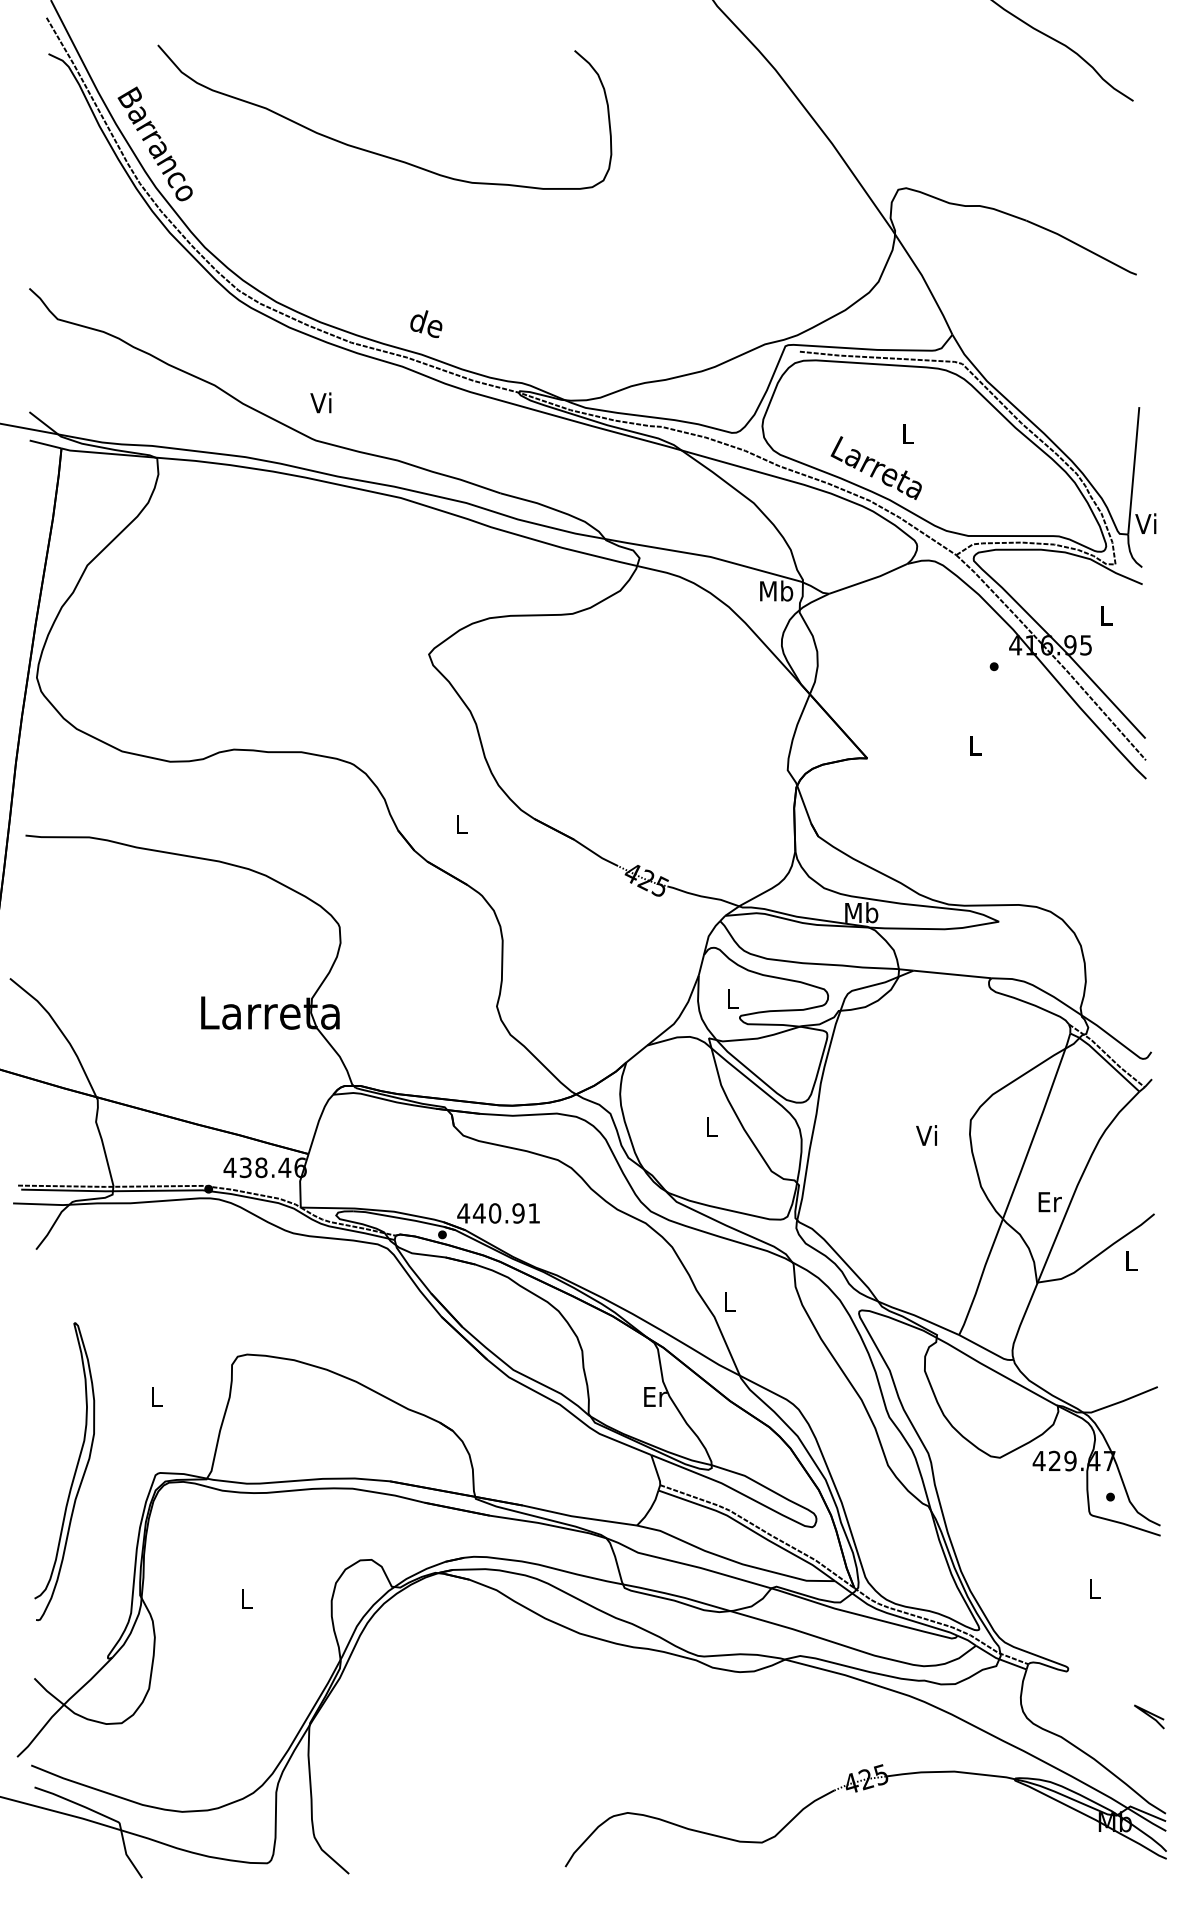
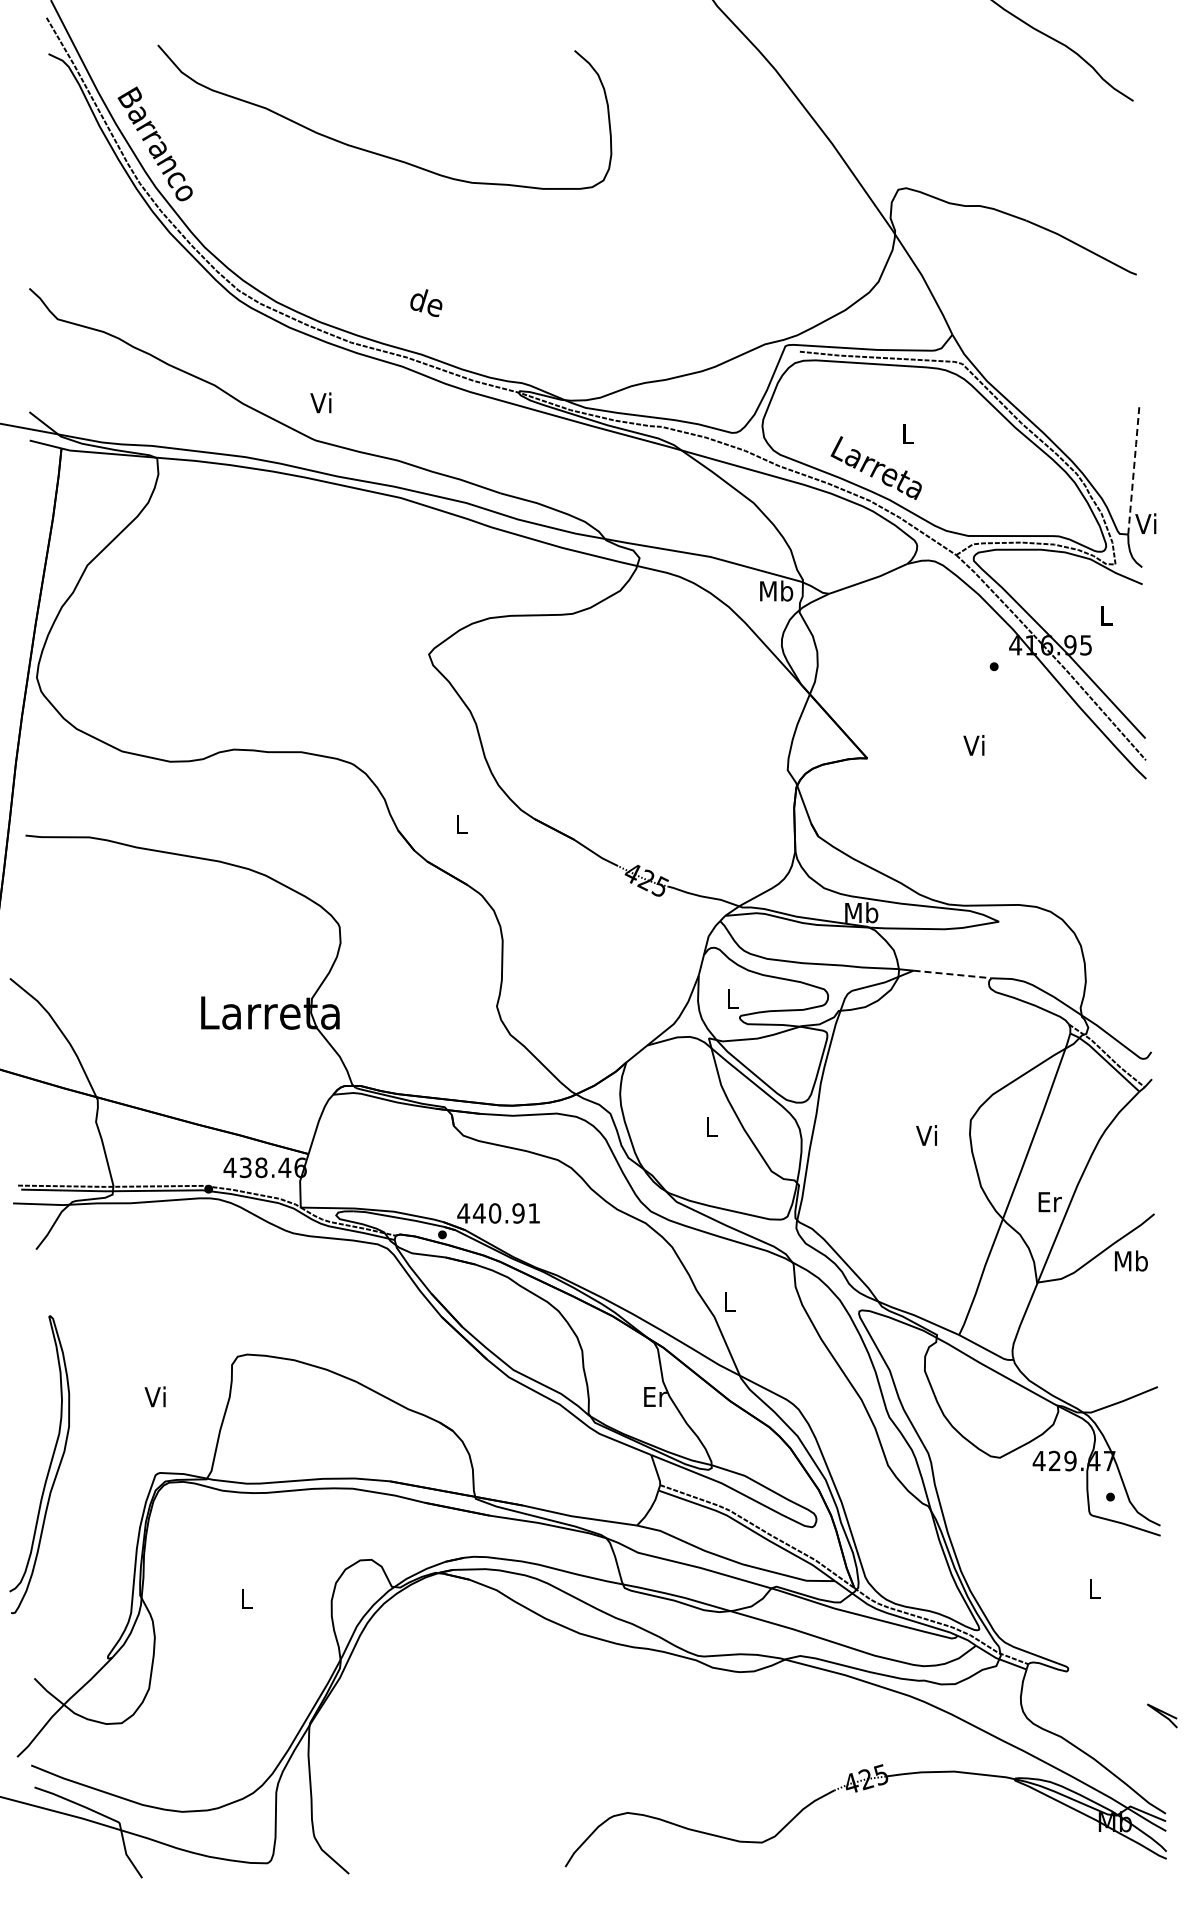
text at (426, 323) position: (426, 323) -> (426, 302)
line at (1133, 469): solid -> dashed
text at (973, 745): L -> Vi
line at (953, 974): solid -> dashed
text at (1131, 1260): L -> Mb
text at (154, 1396): L -> Vi
curve at (73, 1474) position: (73, 1474) -> (48, 1467)
line at (1149, 1716) position: (1149, 1716) -> (1162, 1715)
